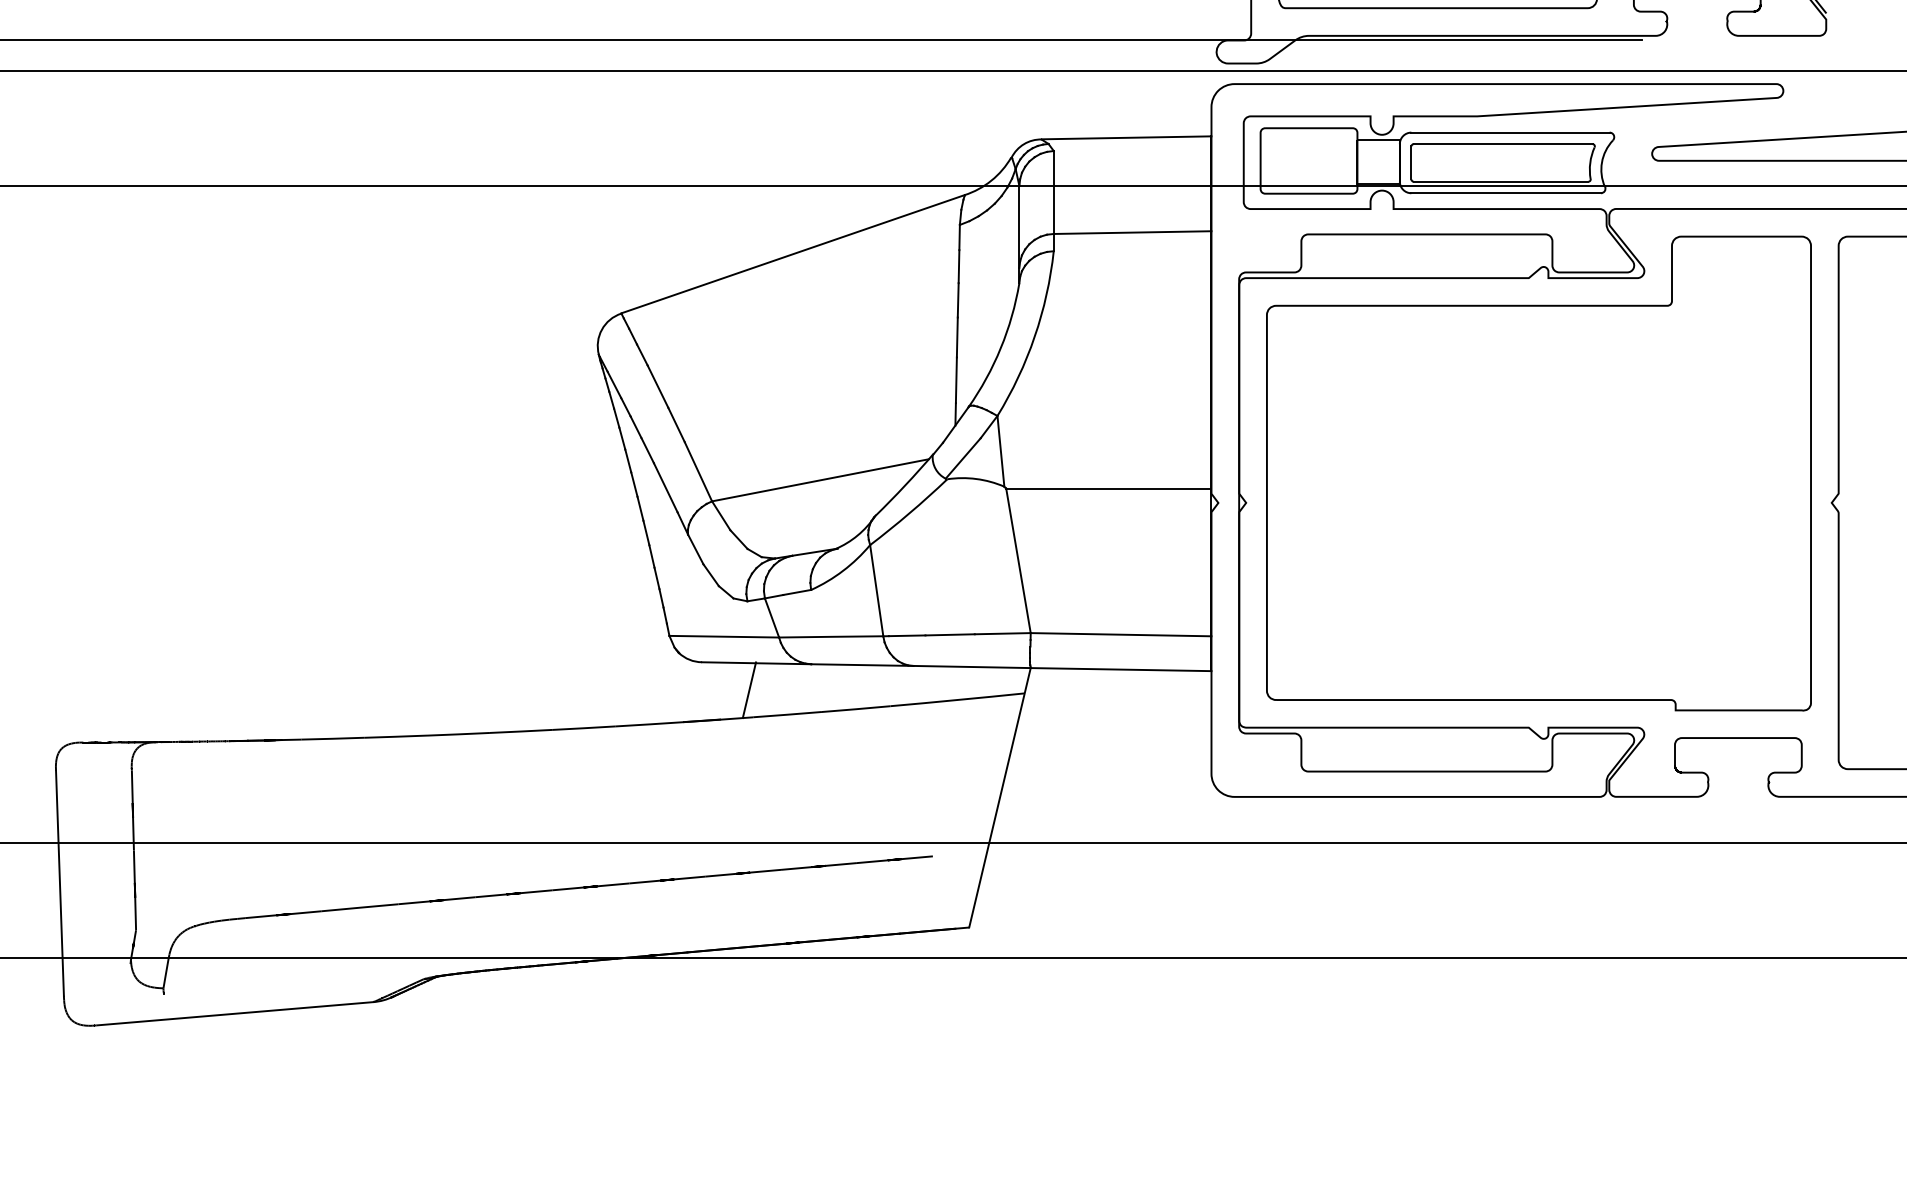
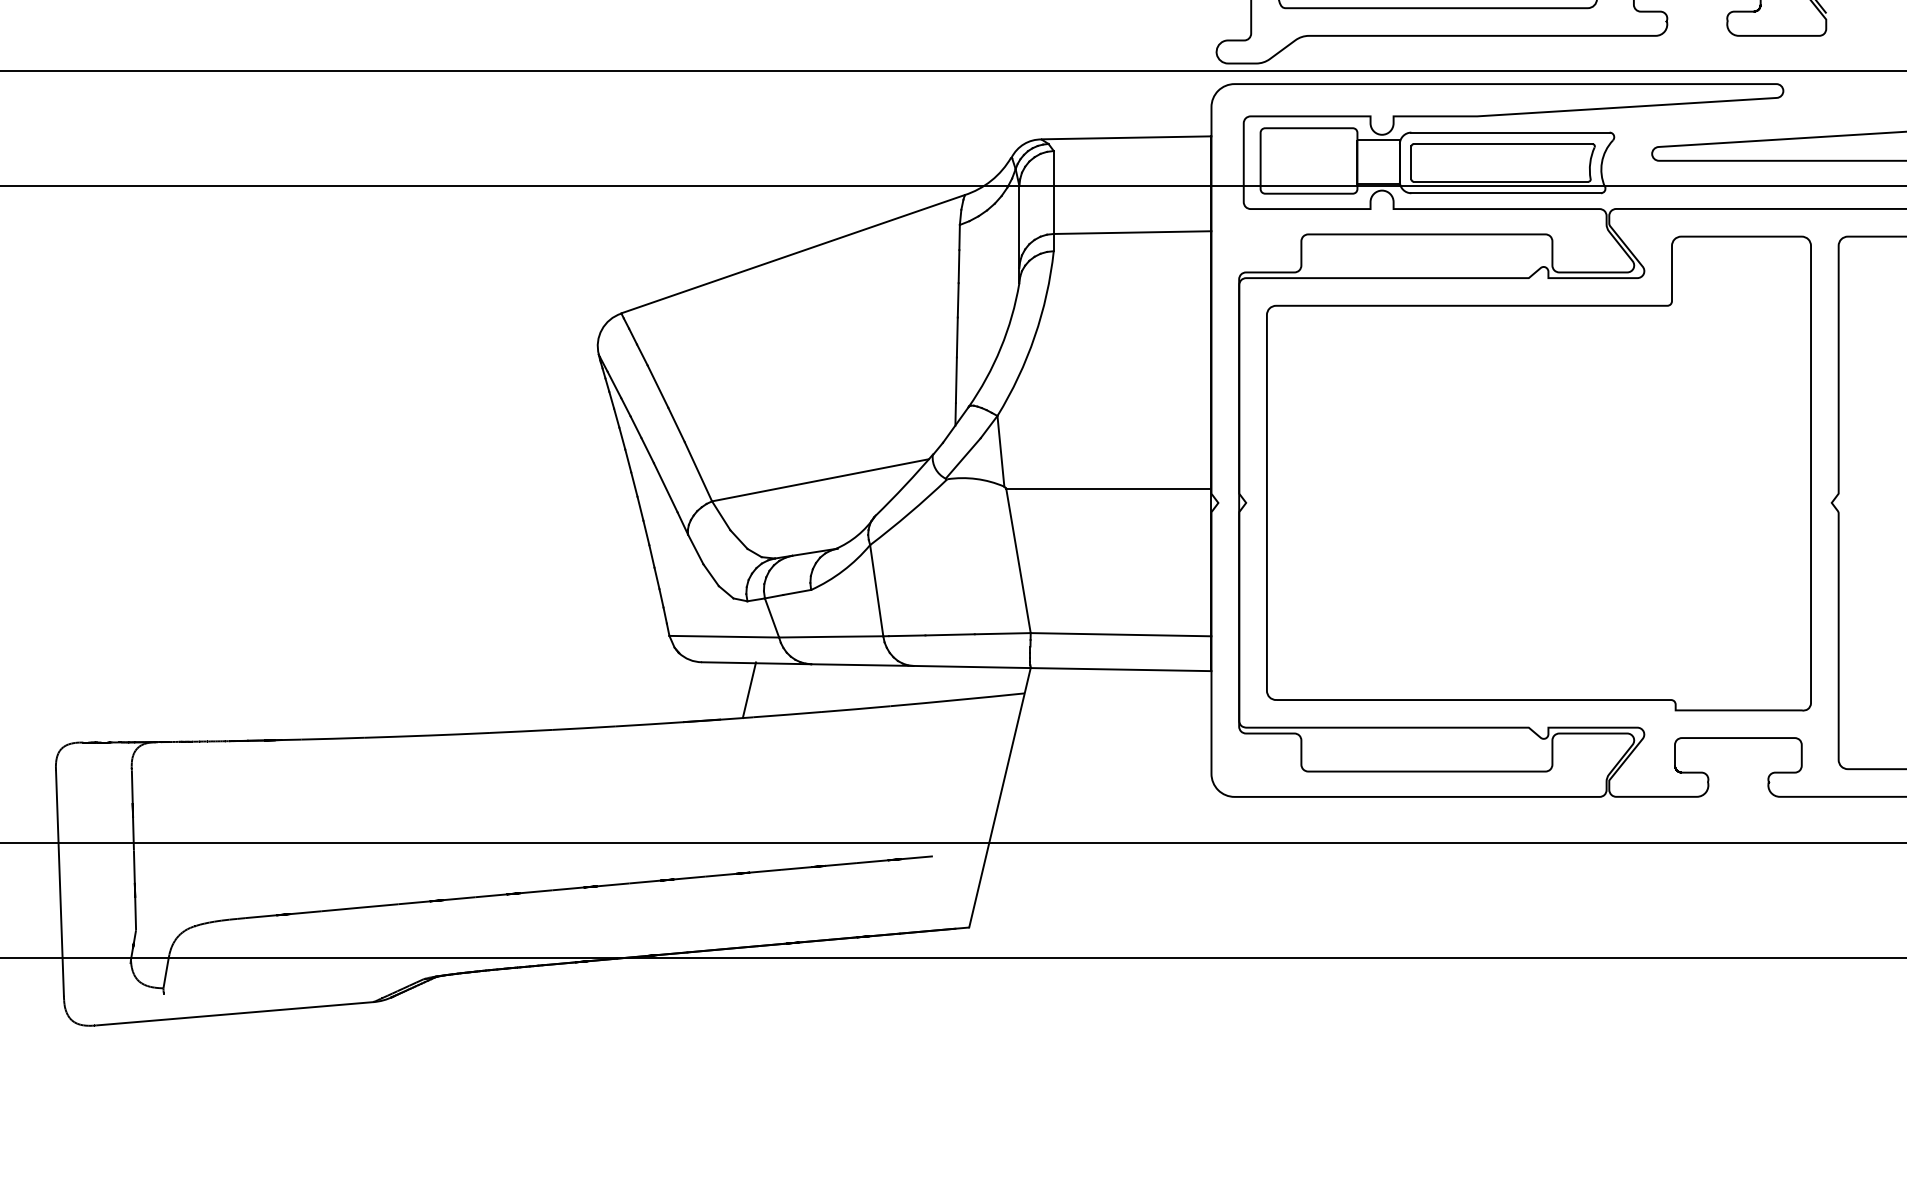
line at (822, 40): present -> none
